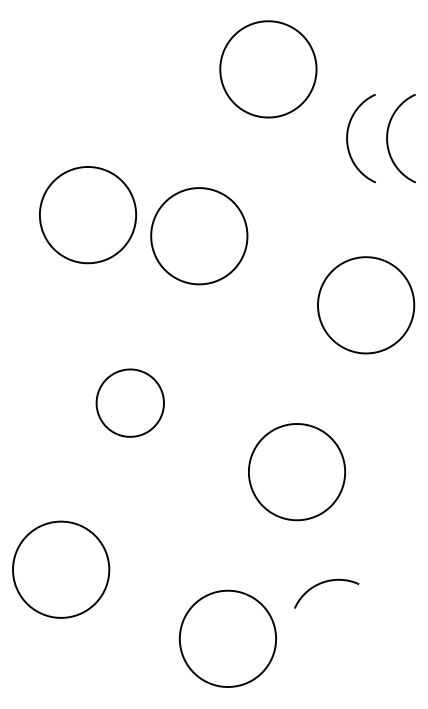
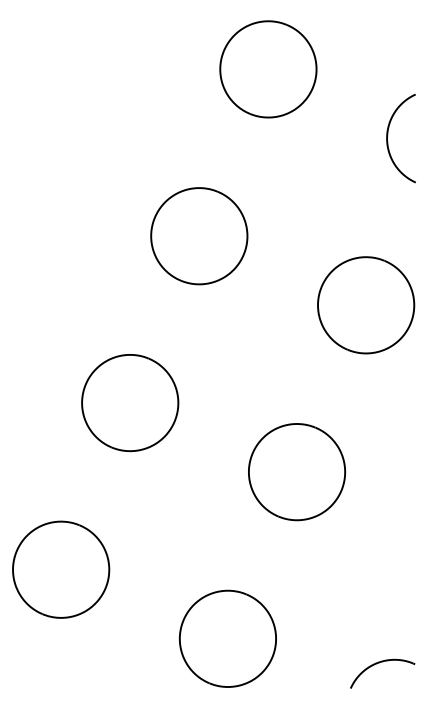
curve at (348, 135): present -> none
part at (88, 215): present -> none
part at (129, 402) size: 70x70 px -> 99x99 px
part at (323, 583) position: (323, 583) -> (379, 663)
